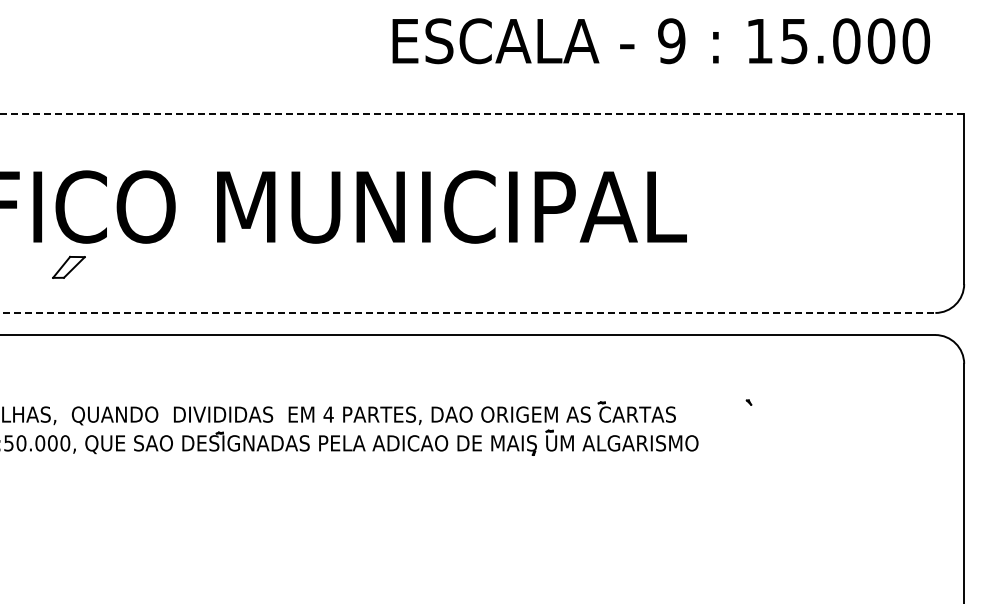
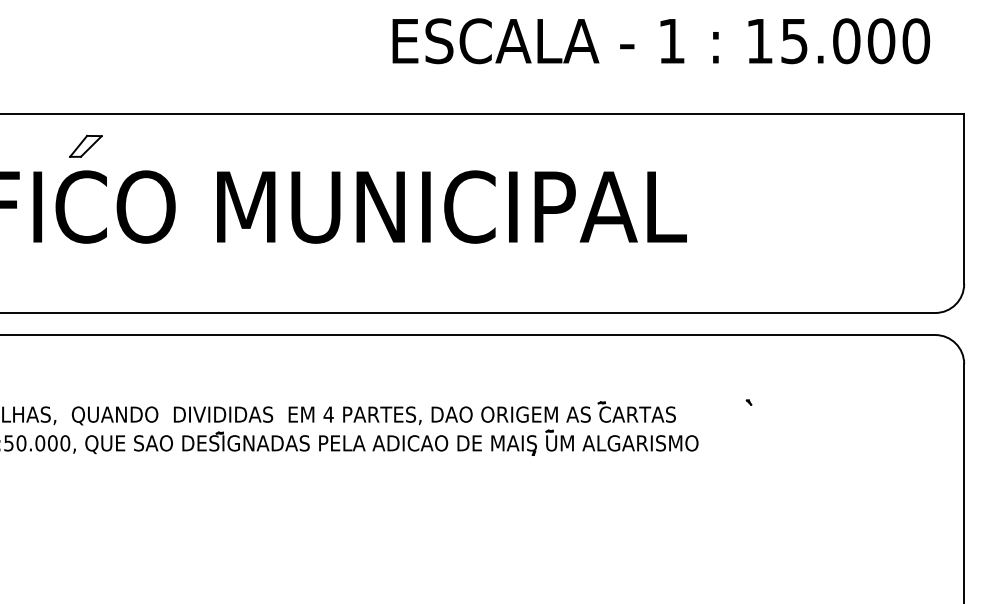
text at (671, 41): 9 -> 1
line at (482, 114): dashed -> solid
part at (68, 266) position: (68, 266) -> (85, 145)
line at (468, 312): dashed -> solid
